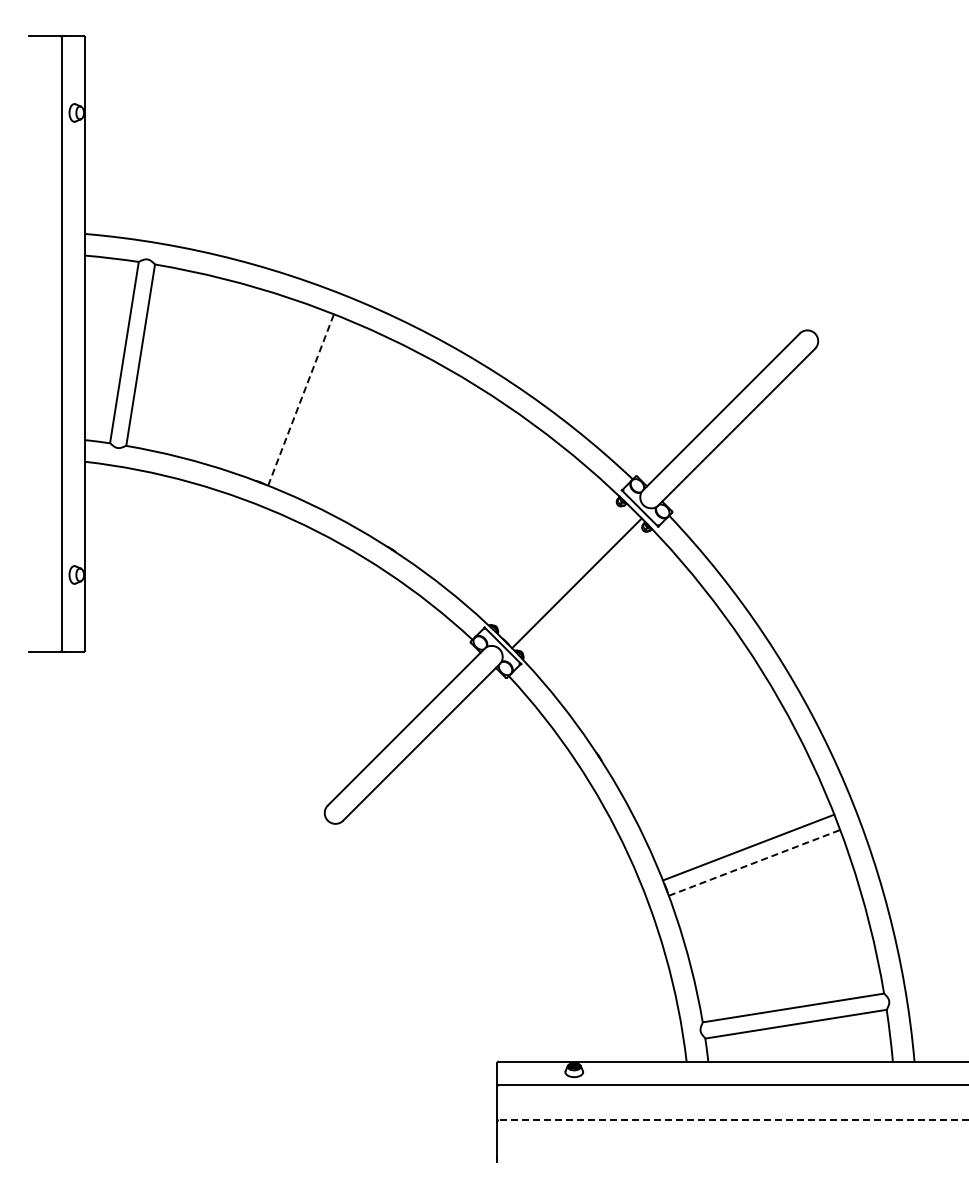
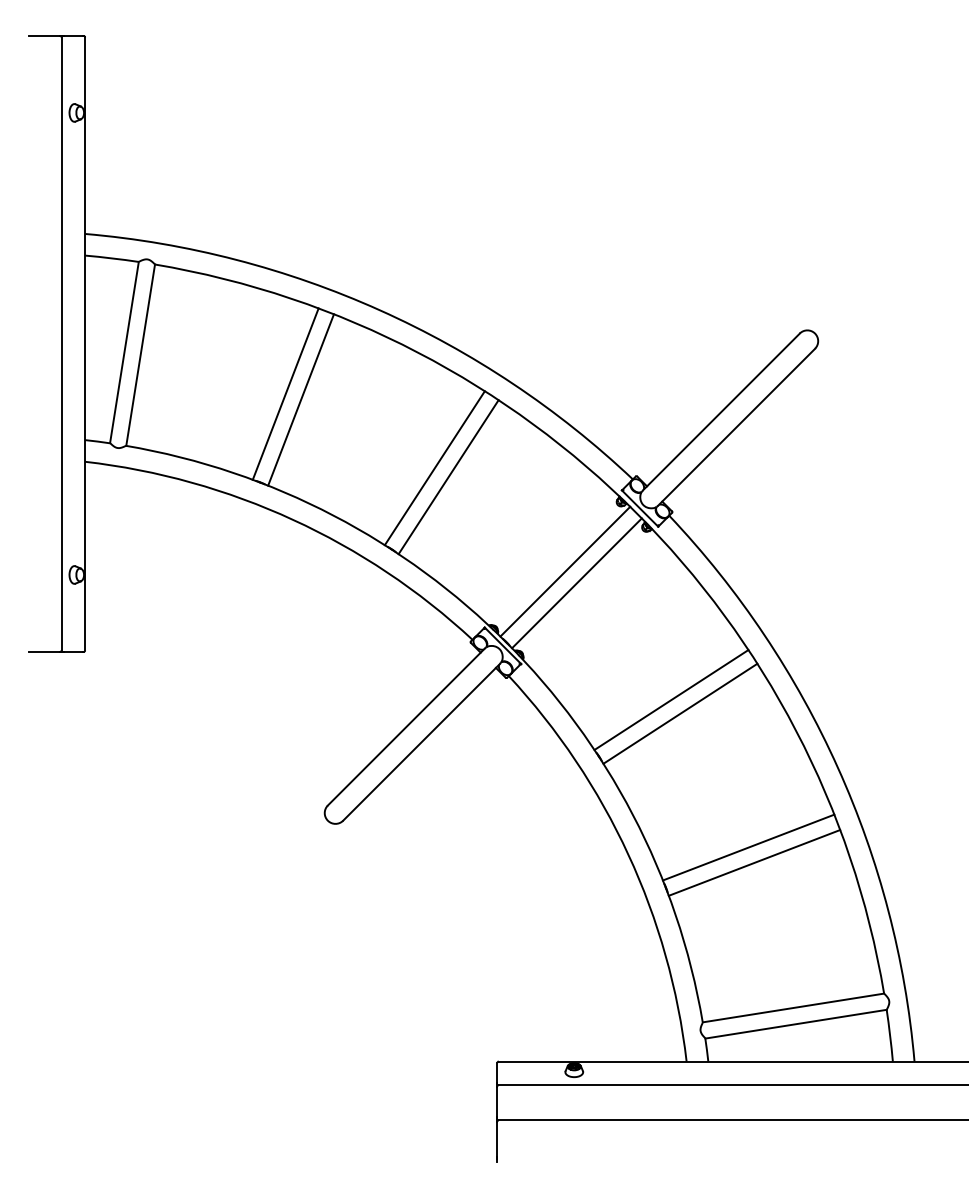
line at (285, 393): none -> present
line at (301, 399): dashed -> solid
line at (434, 468): none -> present
line at (448, 477): none -> present
line at (565, 571): none -> present
line at (671, 699): none -> present
line at (680, 713): none -> present
line at (754, 862): dashed -> solid
line at (733, 1120): dashed -> solid
